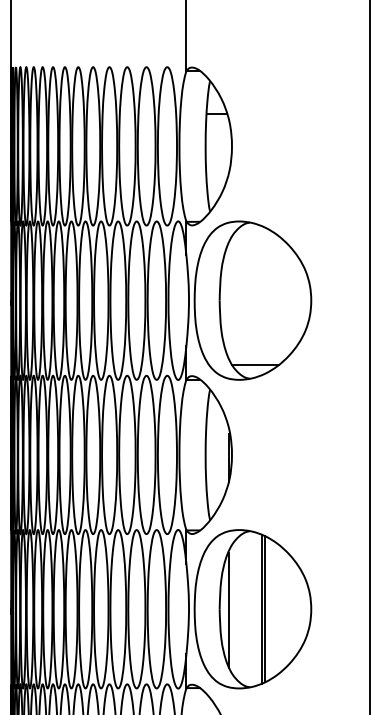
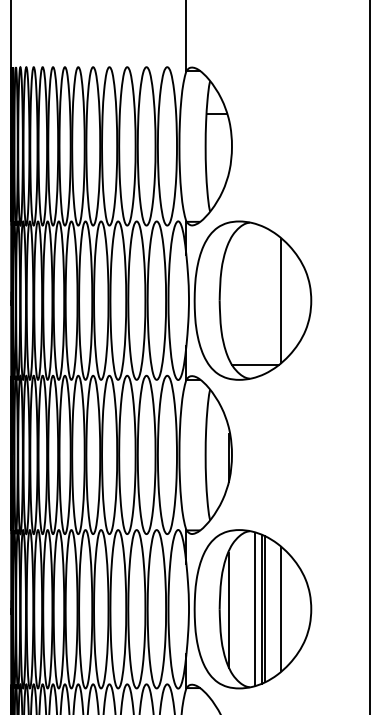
line at (281, 300): none -> present
line at (255, 608): none -> present
line at (281, 609): none -> present
